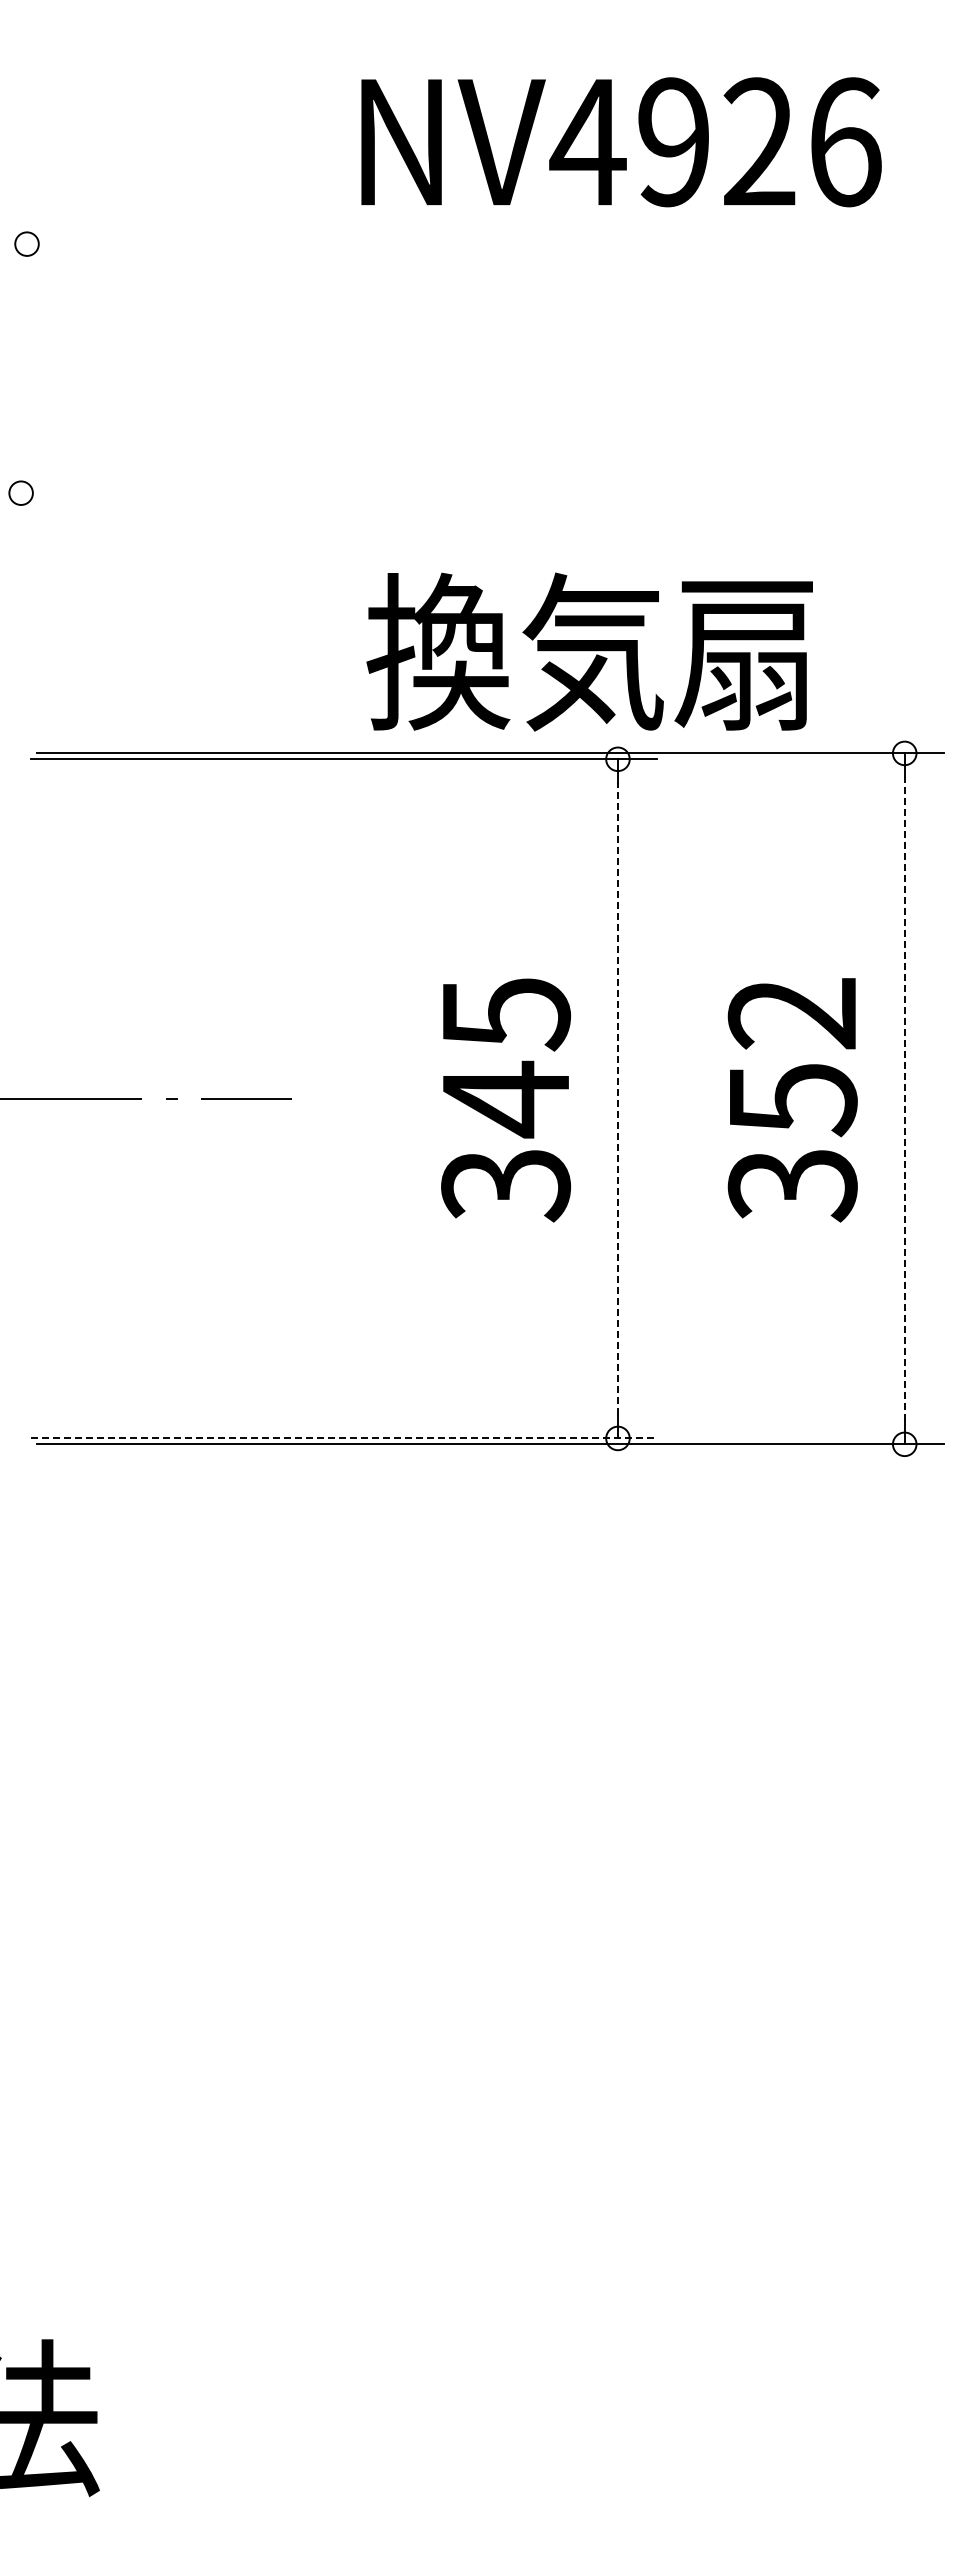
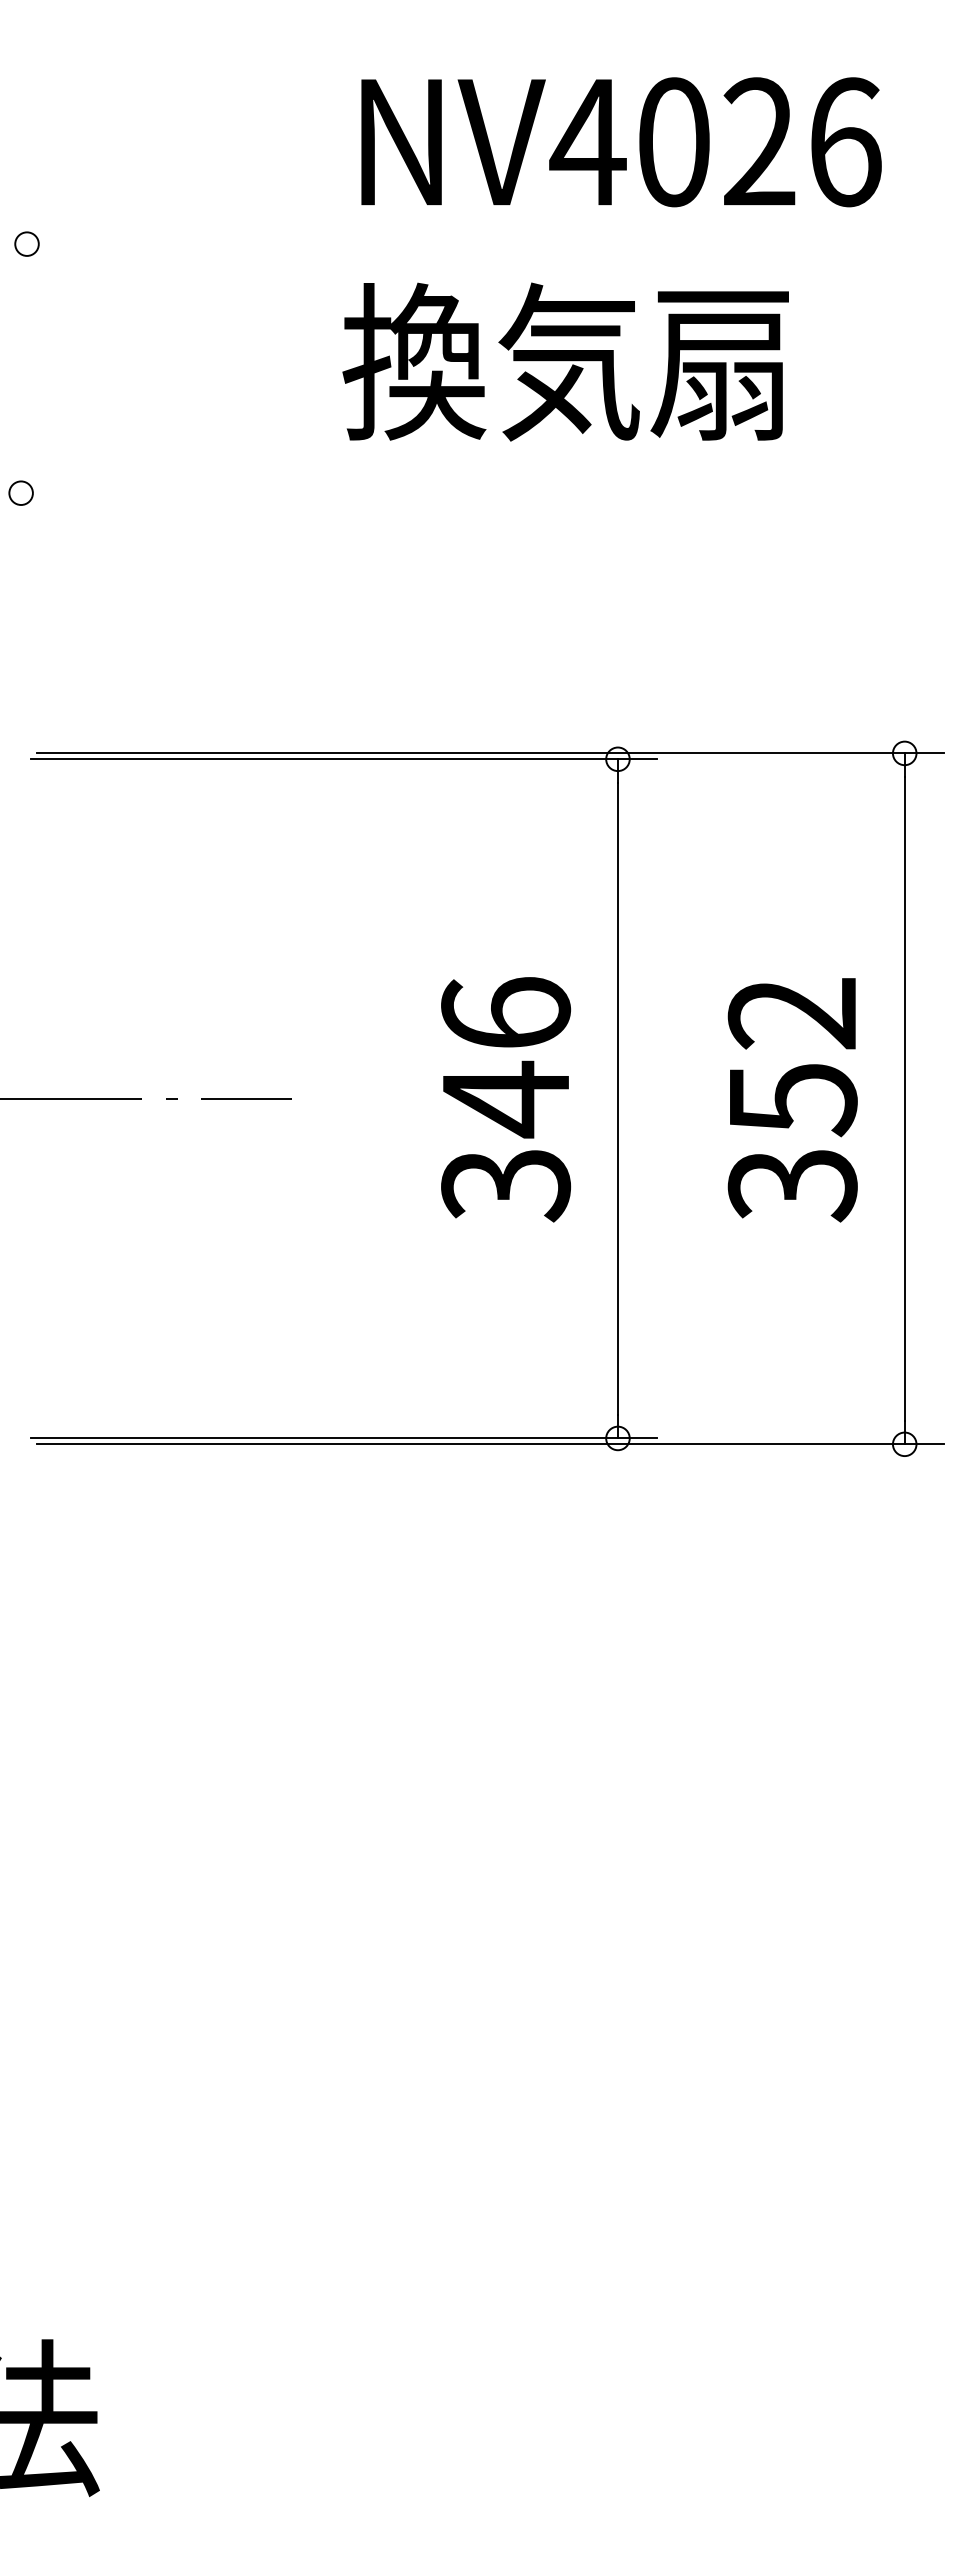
text at (673, 142): NV4926 -> NV4026
text at (589, 651) position: (589, 651) -> (565, 361)
text at (506, 1014): 345 -> 346
line at (617, 1098): dashed -> solid
line at (904, 1098): dashed -> solid
line at (344, 1438): dashed -> solid
